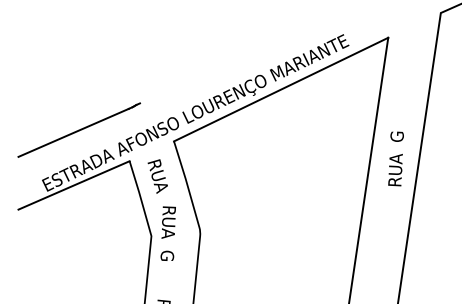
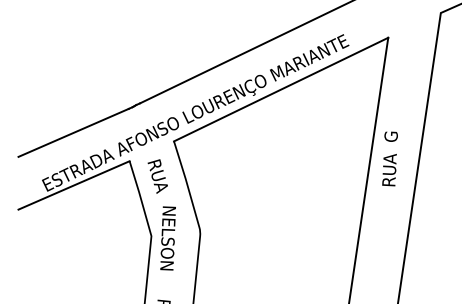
line at (244, 52): none -> present
text at (395, 158) position: (395, 158) -> (389, 158)
text at (167, 239): RUA  G -> NELSON
